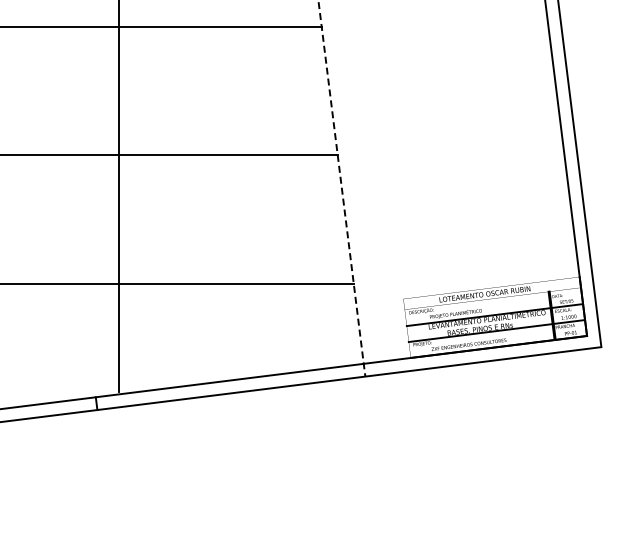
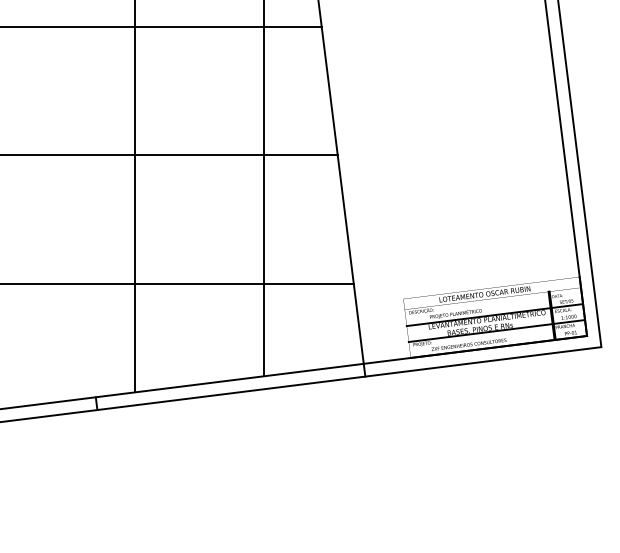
line at (263, 189): none -> present
line at (341, 189): dashed -> solid
line at (119, 197) position: (119, 197) -> (135, 197)
